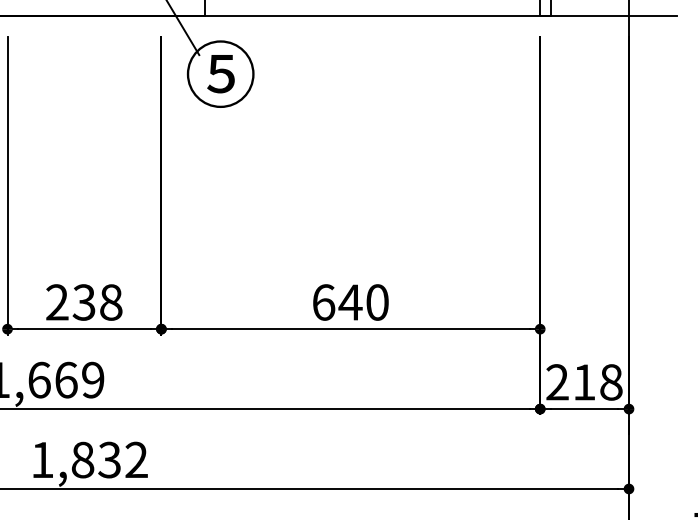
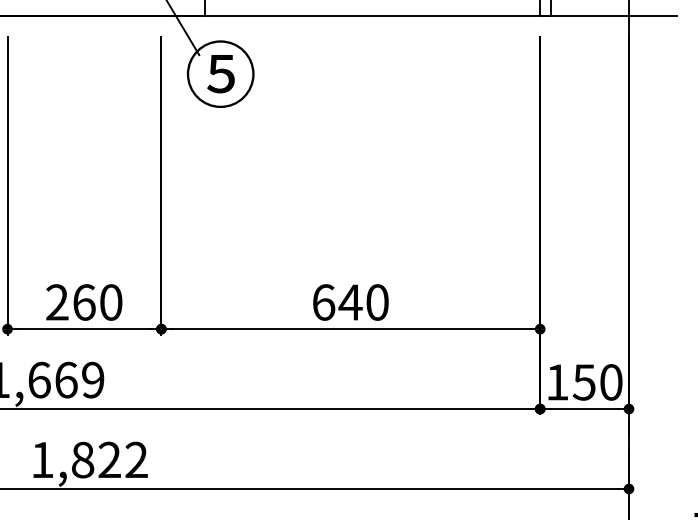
text at (97, 302): 238 -> 260
text at (584, 382): 218 -> 150
text at (109, 460): 1,832 -> 1,822
